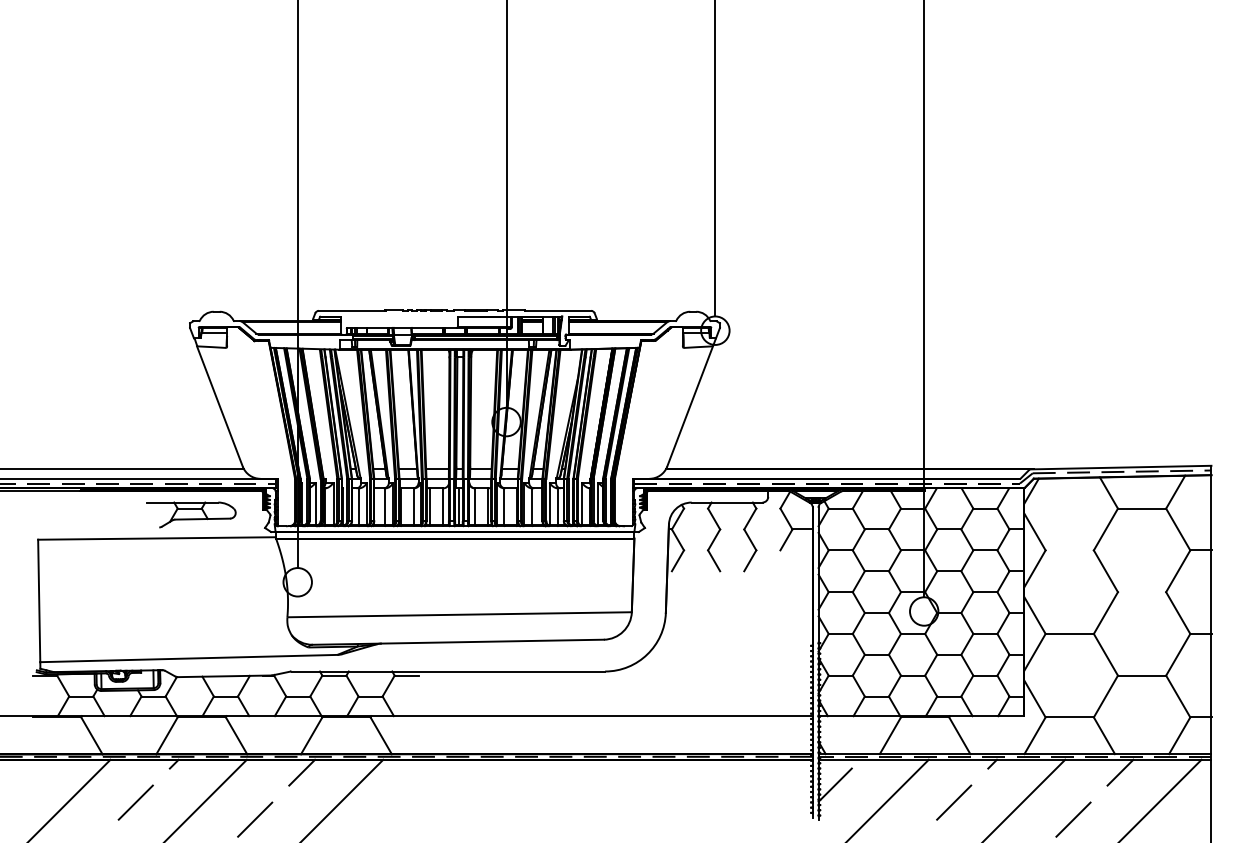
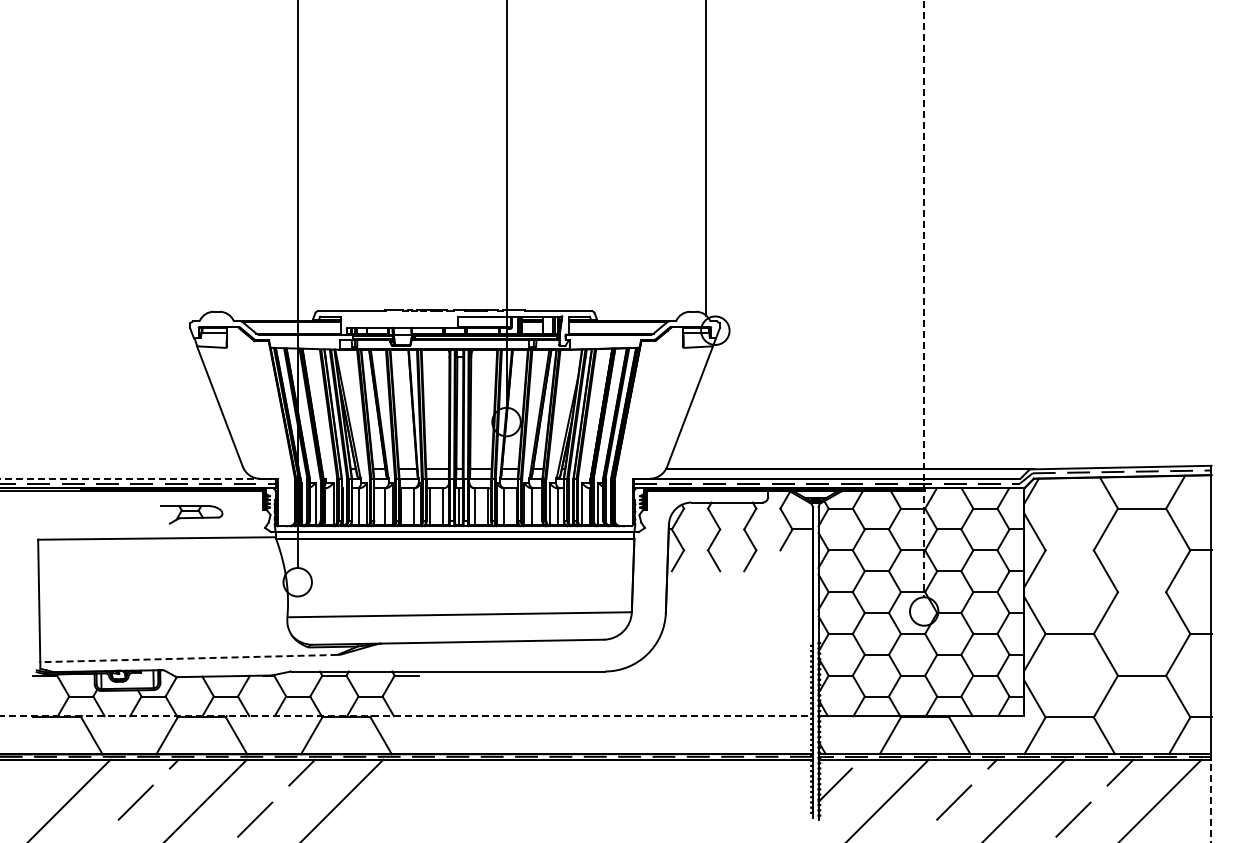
line at (715, 159) position: (715, 159) -> (706, 159)
line at (924, 298): solid -> dashed
line at (123, 469): present -> none
line at (137, 478): solid -> dashed
part at (191, 514) size: 91x28 px -> 64x20 px
line at (188, 658): solid -> dashed
line at (407, 716): solid -> dashed
line at (1211, 800): solid -> dashed
